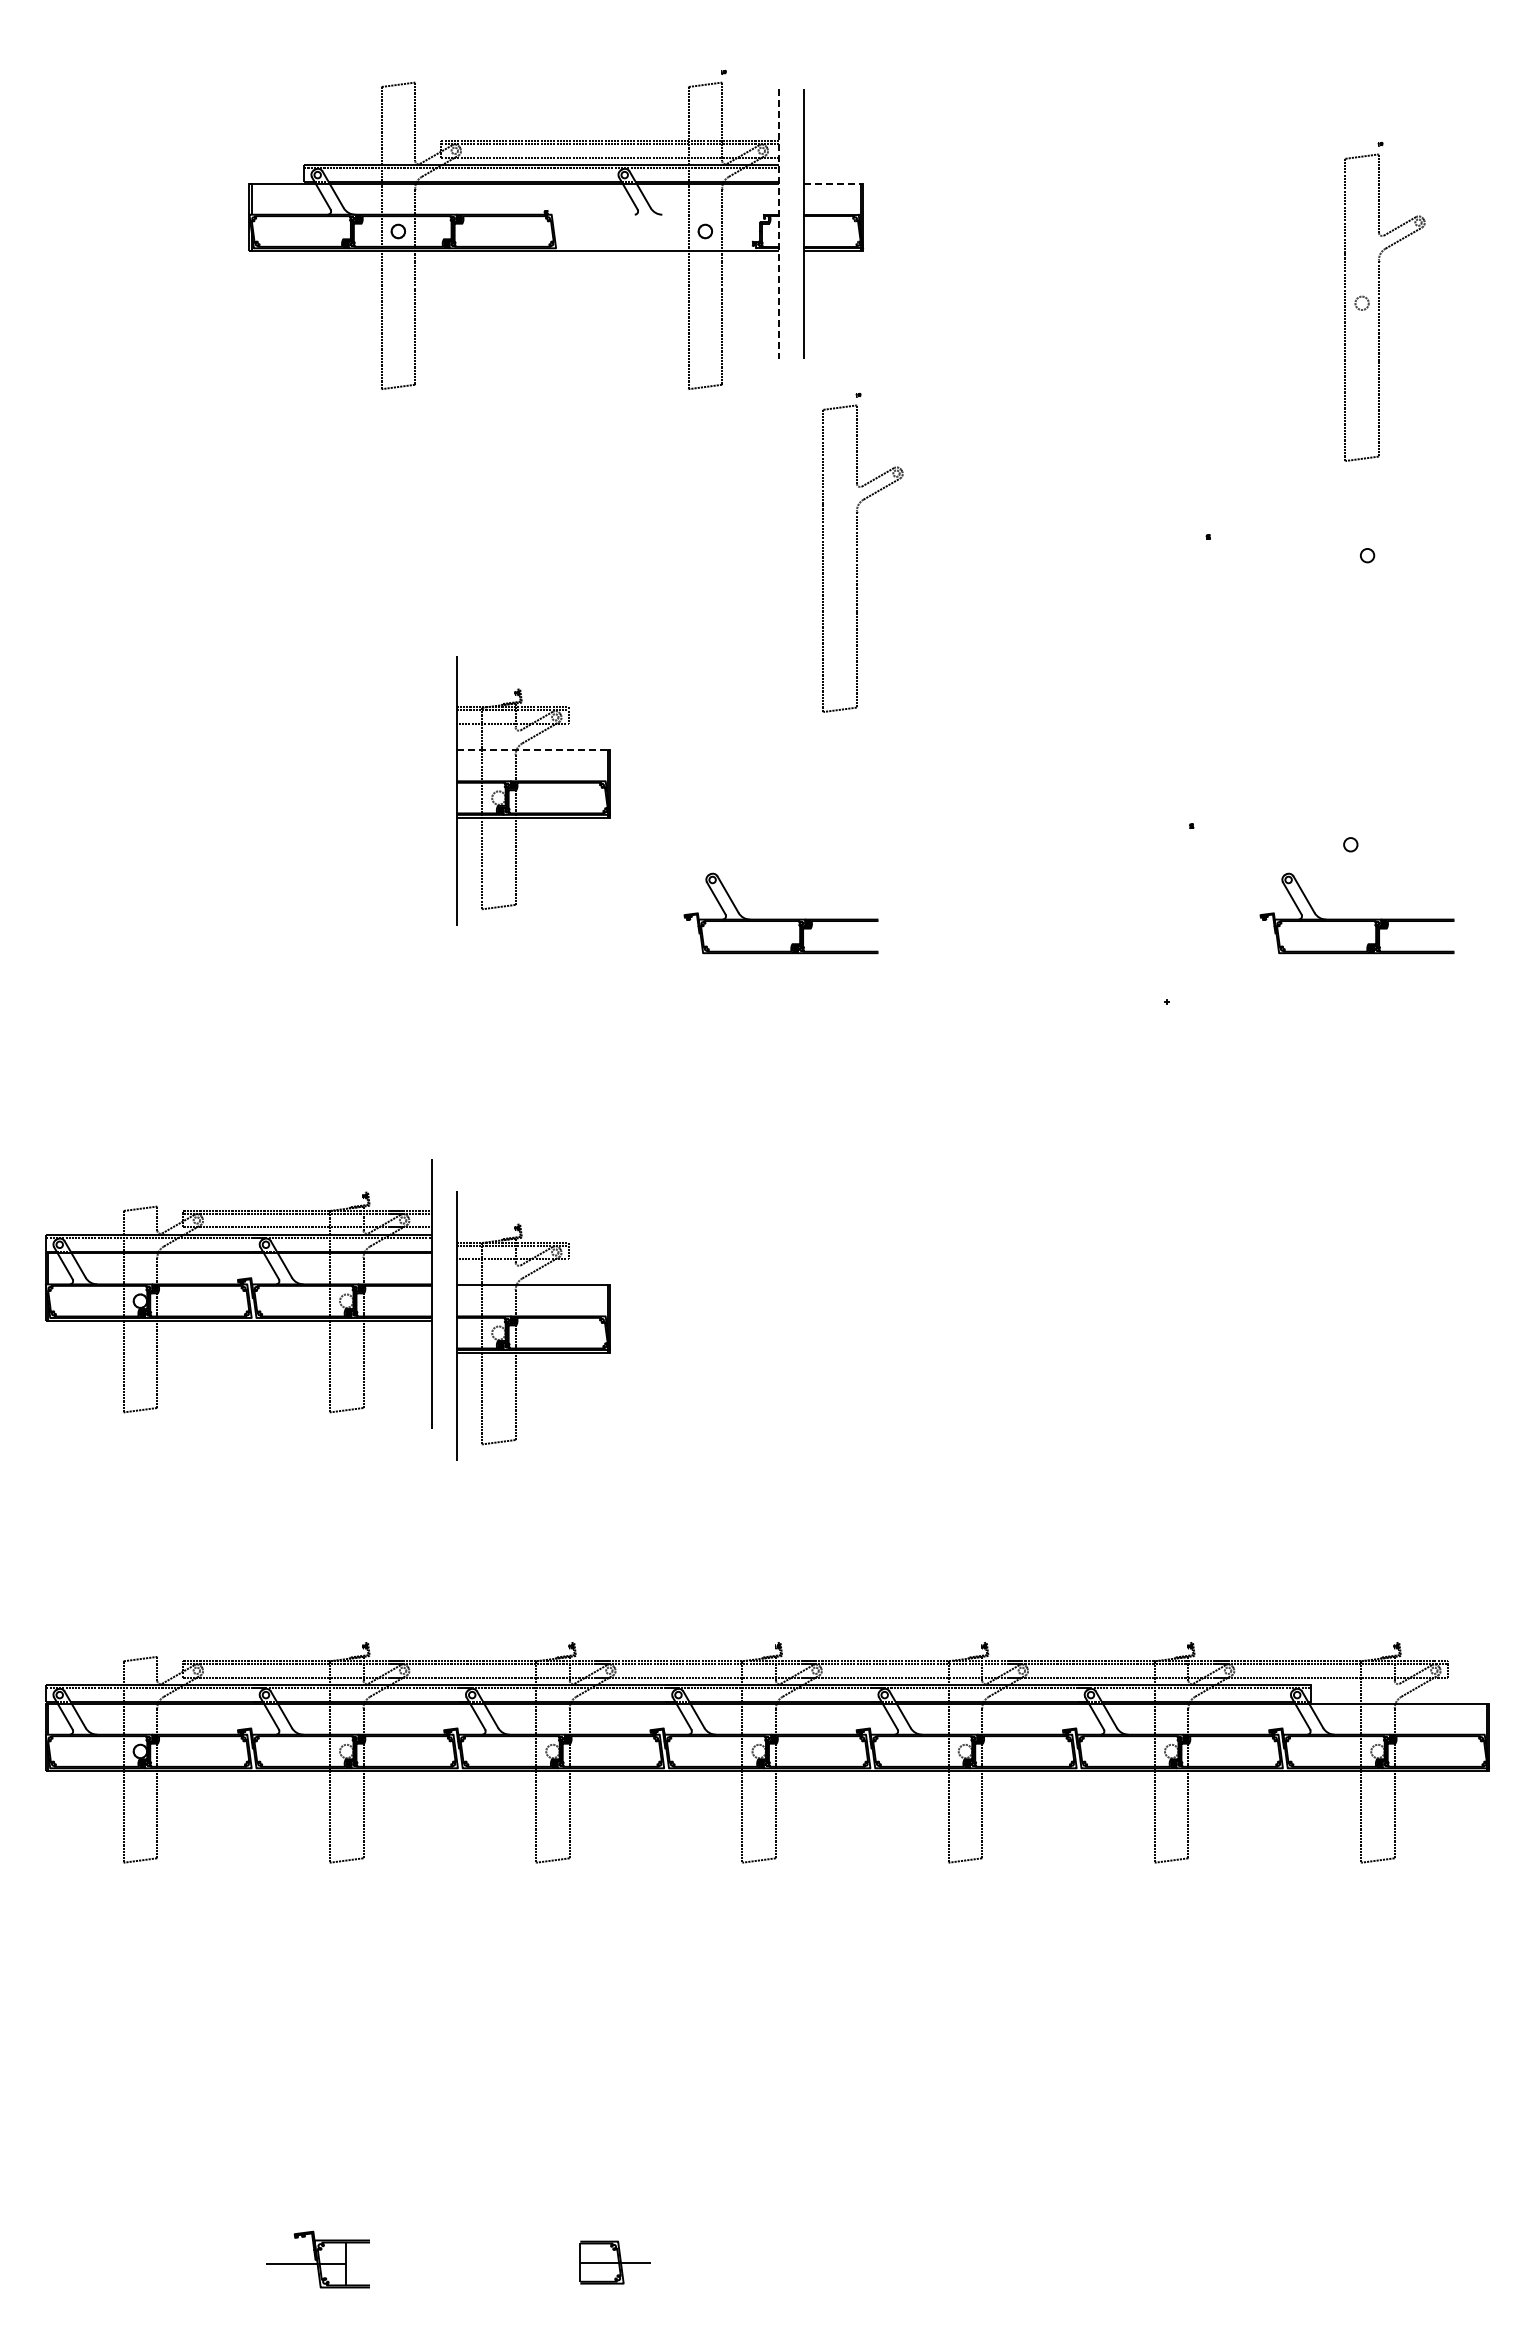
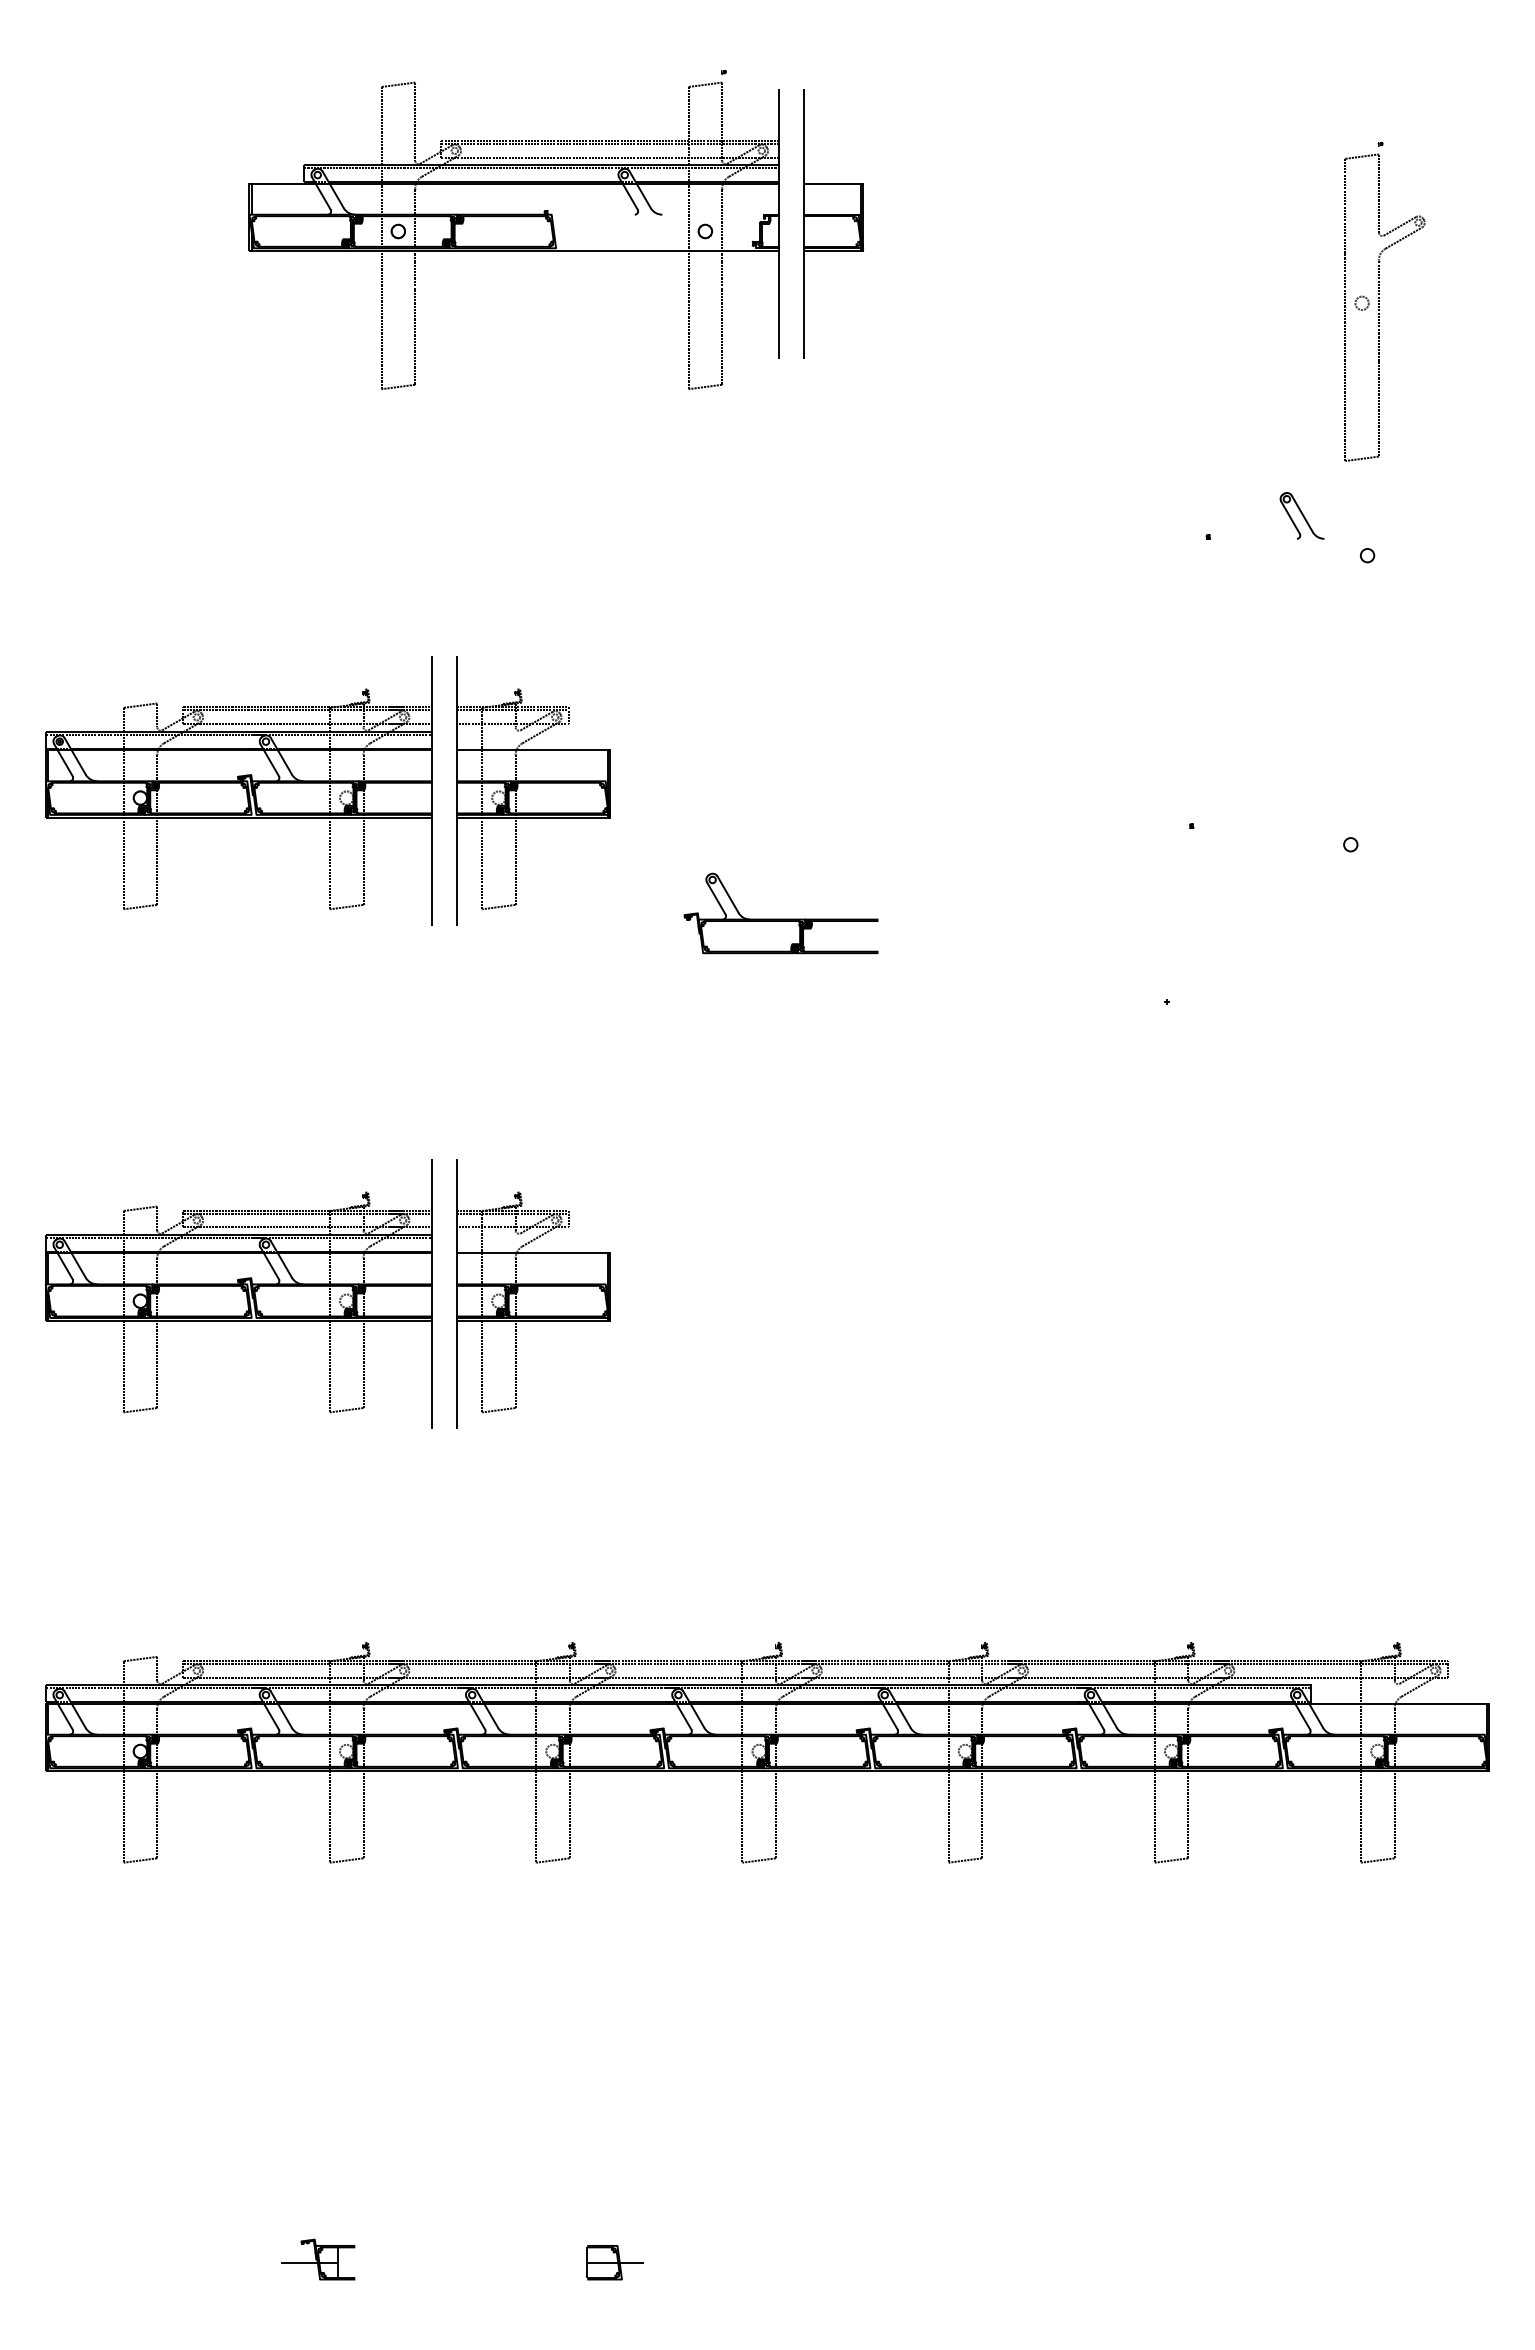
line at (832, 183): dashed -> solid
line at (779, 224): dashed -> solid
part at (1301, 515): none -> present
part at (862, 552): present -> none
line at (532, 750): dashed -> solid
part at (238, 790): none -> present
part at (1356, 913): present -> none
part at (533, 1325) position: (533, 1325) -> (533, 1293)
part at (317, 2259) size: 104x59 px -> 75x43 px
part at (614, 2262) size: 72x45 px -> 58x36 px
